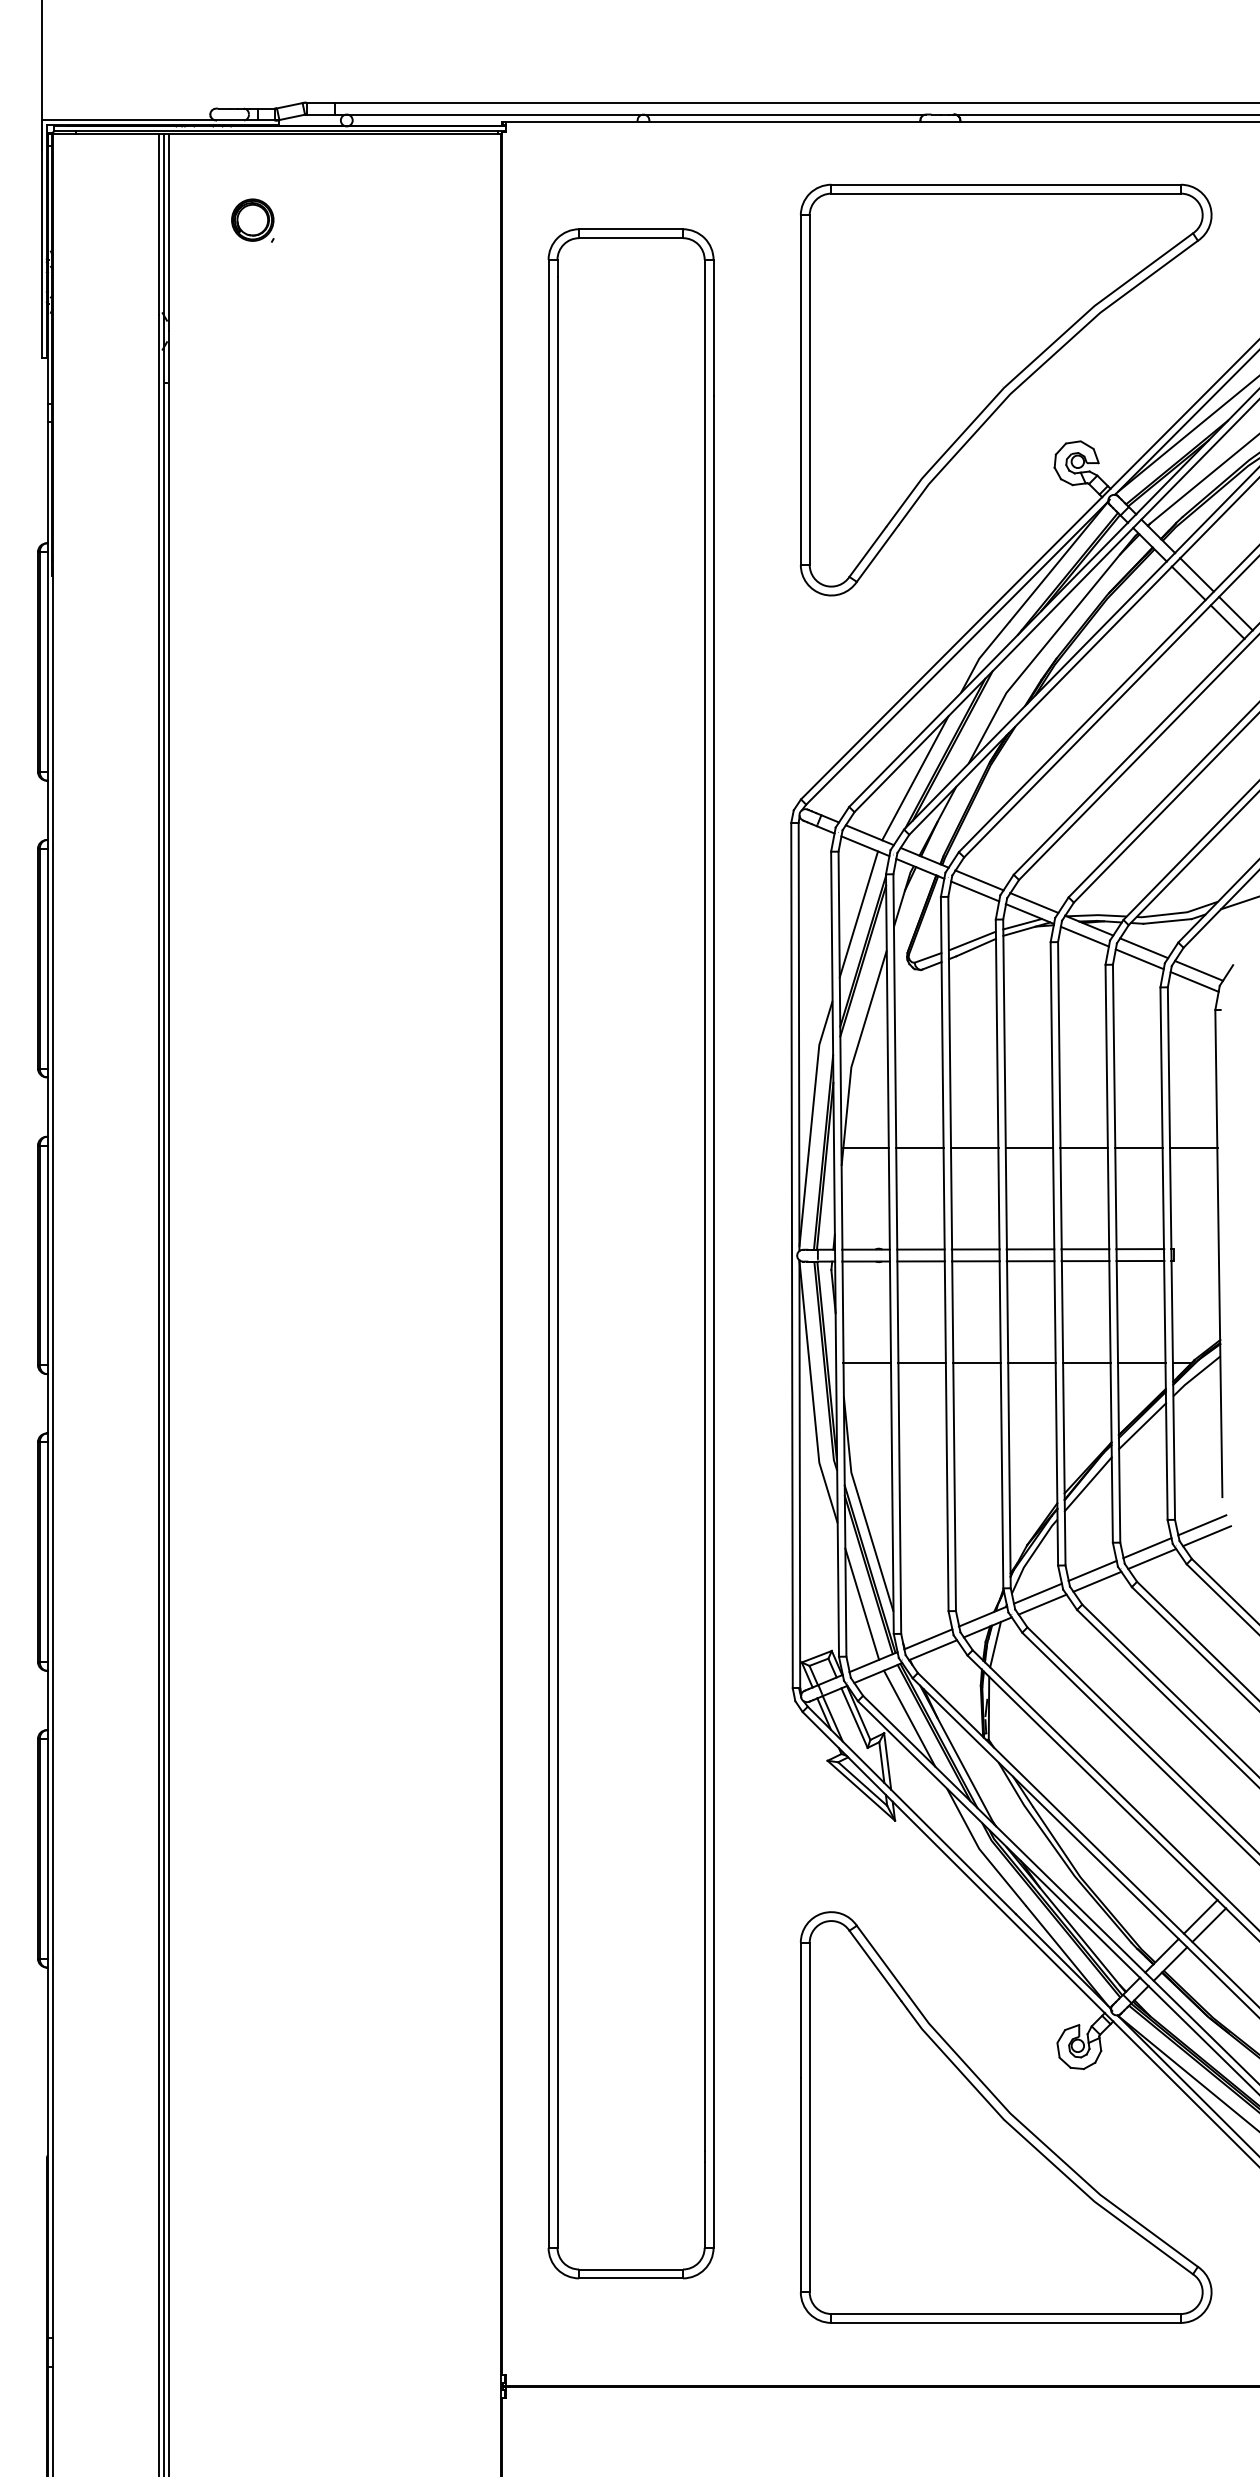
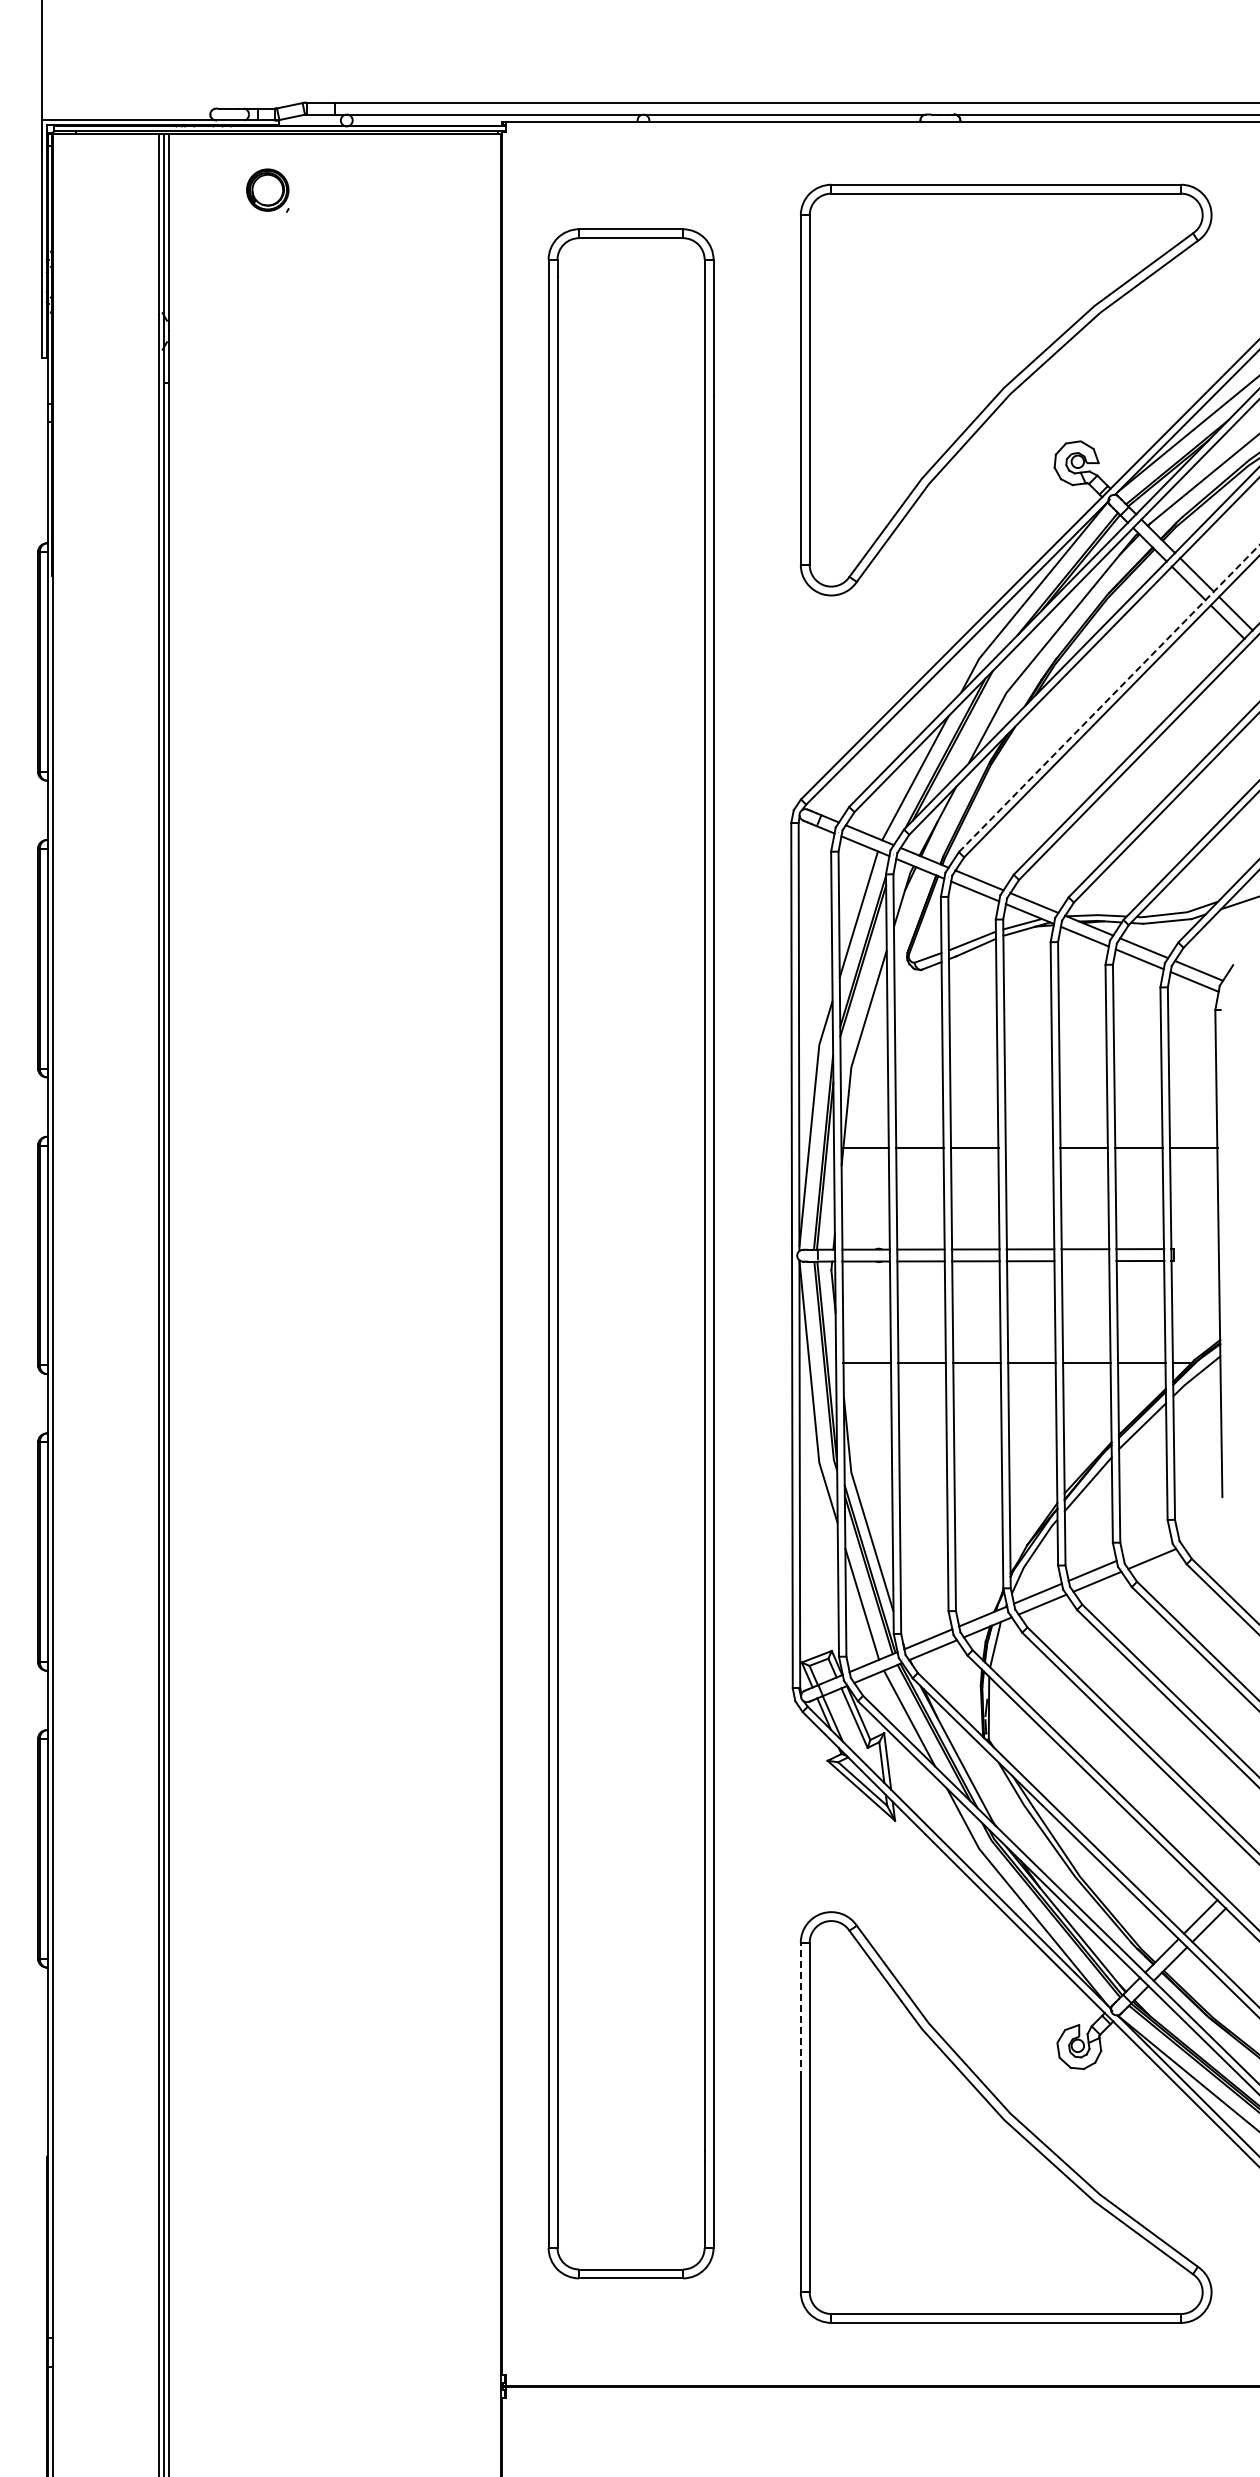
part at (252, 220) position: (252, 220) -> (267, 190)
line at (1109, 698): solid -> dashed
line at (1029, 1148): present -> none
line at (1085, 1261): present -> none
line at (1202, 1525): present -> none
line at (1207, 1536): present -> none
line at (1147, 1548): present -> none
line at (800, 2010): solid -> dashed
